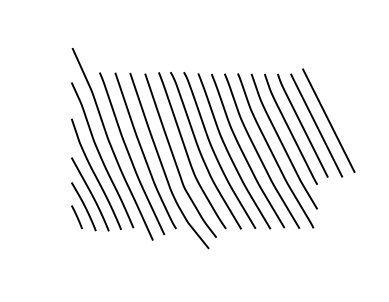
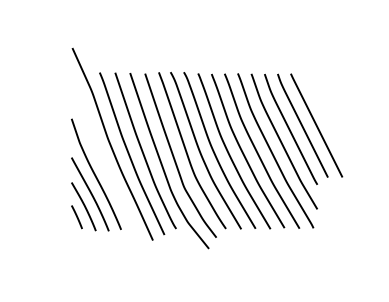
line at (328, 120): present -> none
curve at (101, 155): present -> none
